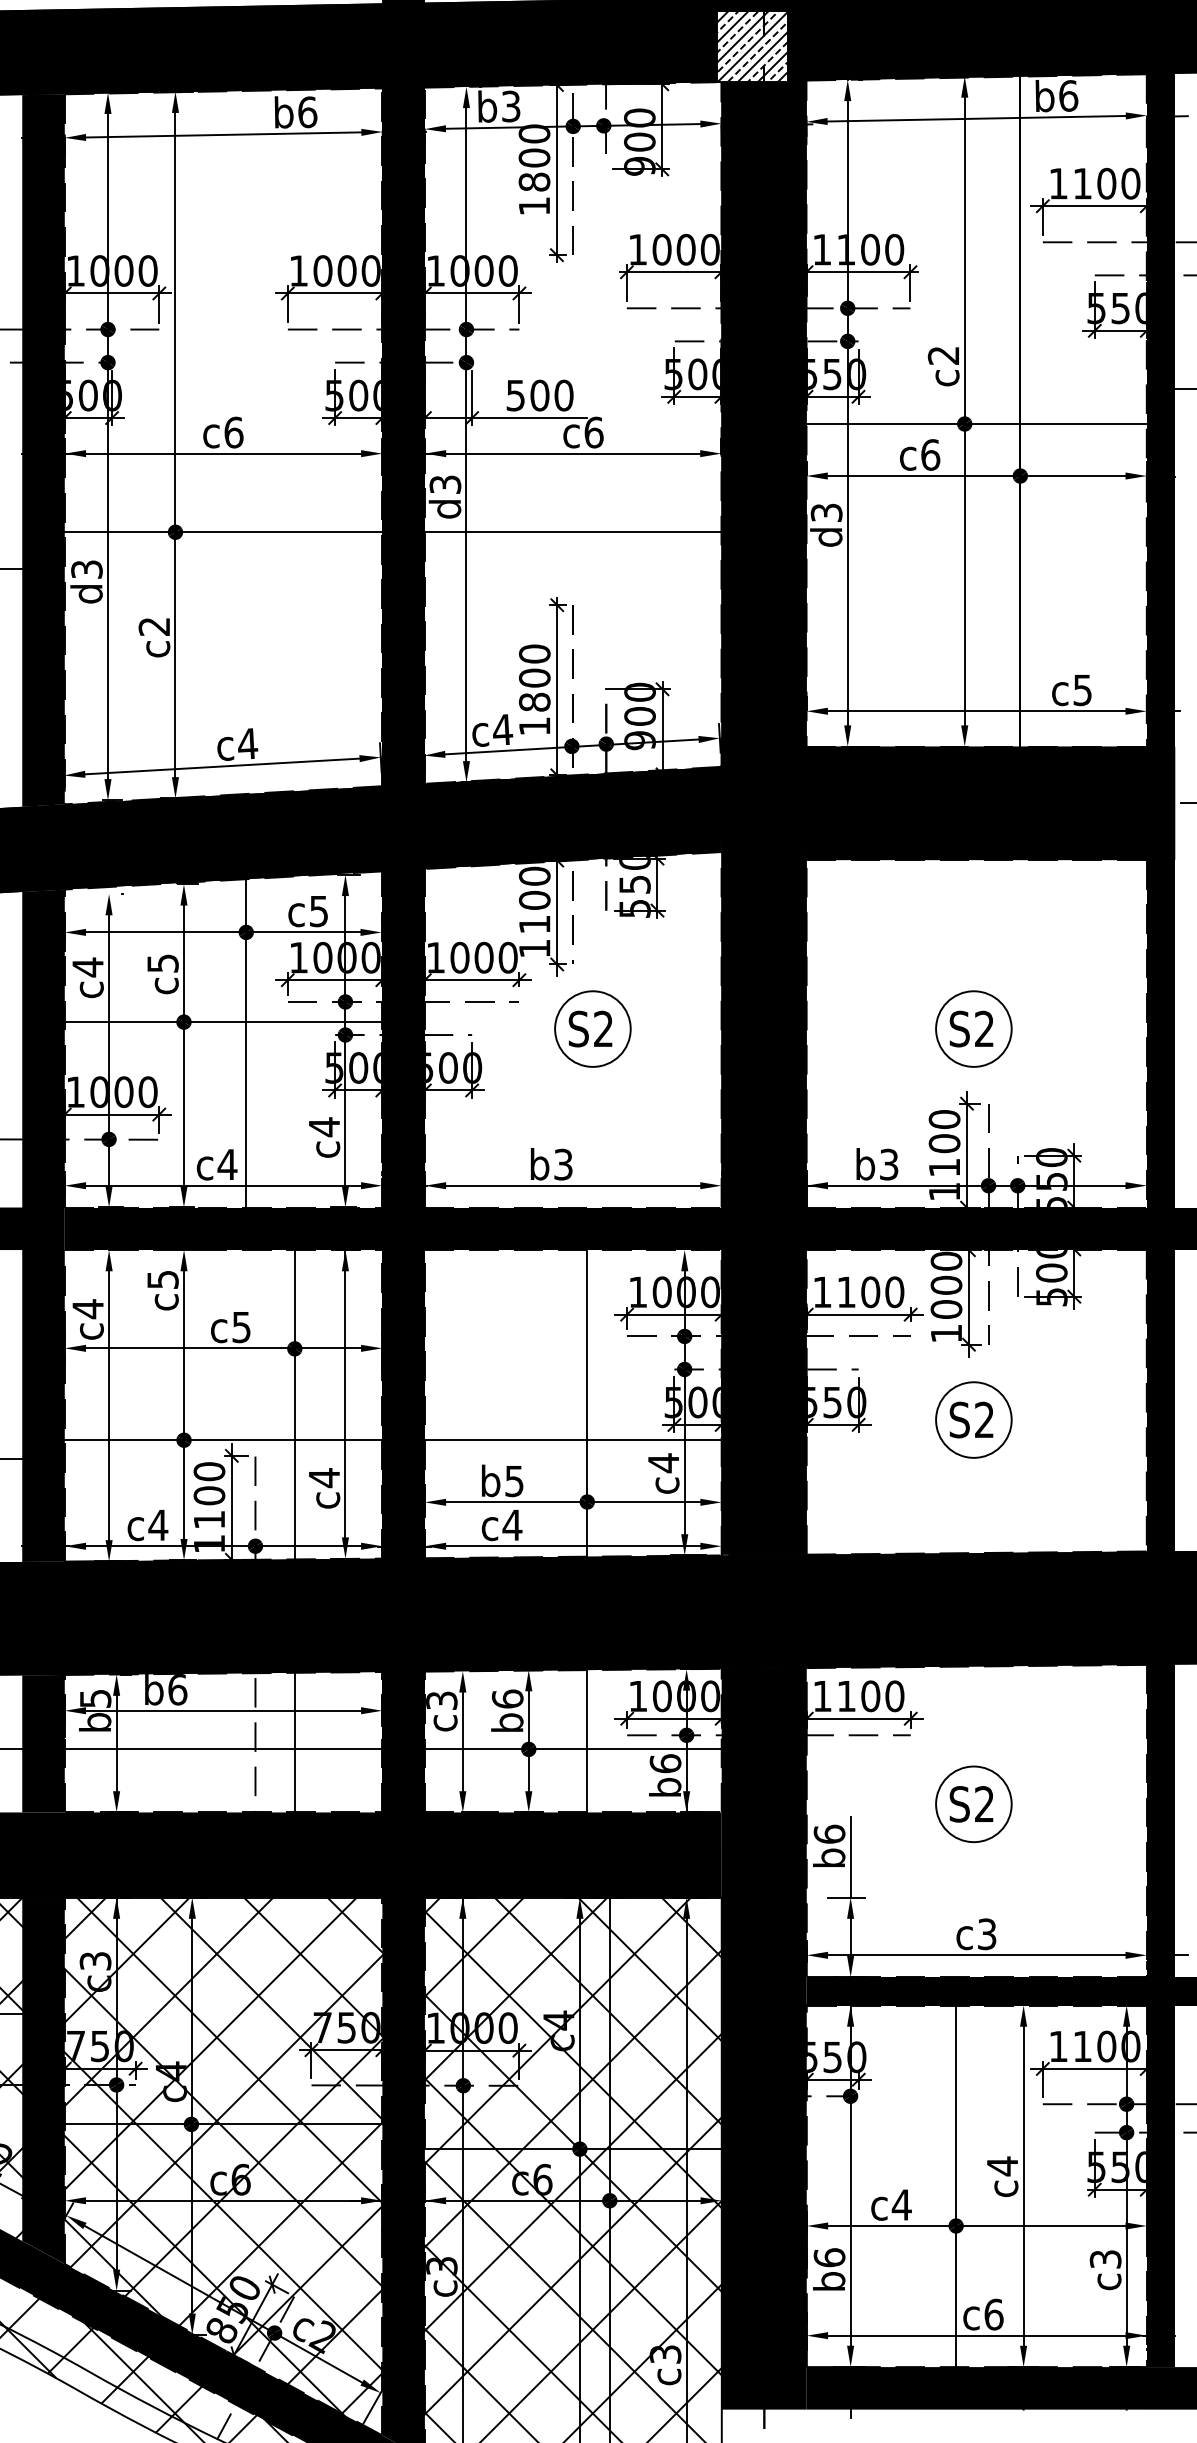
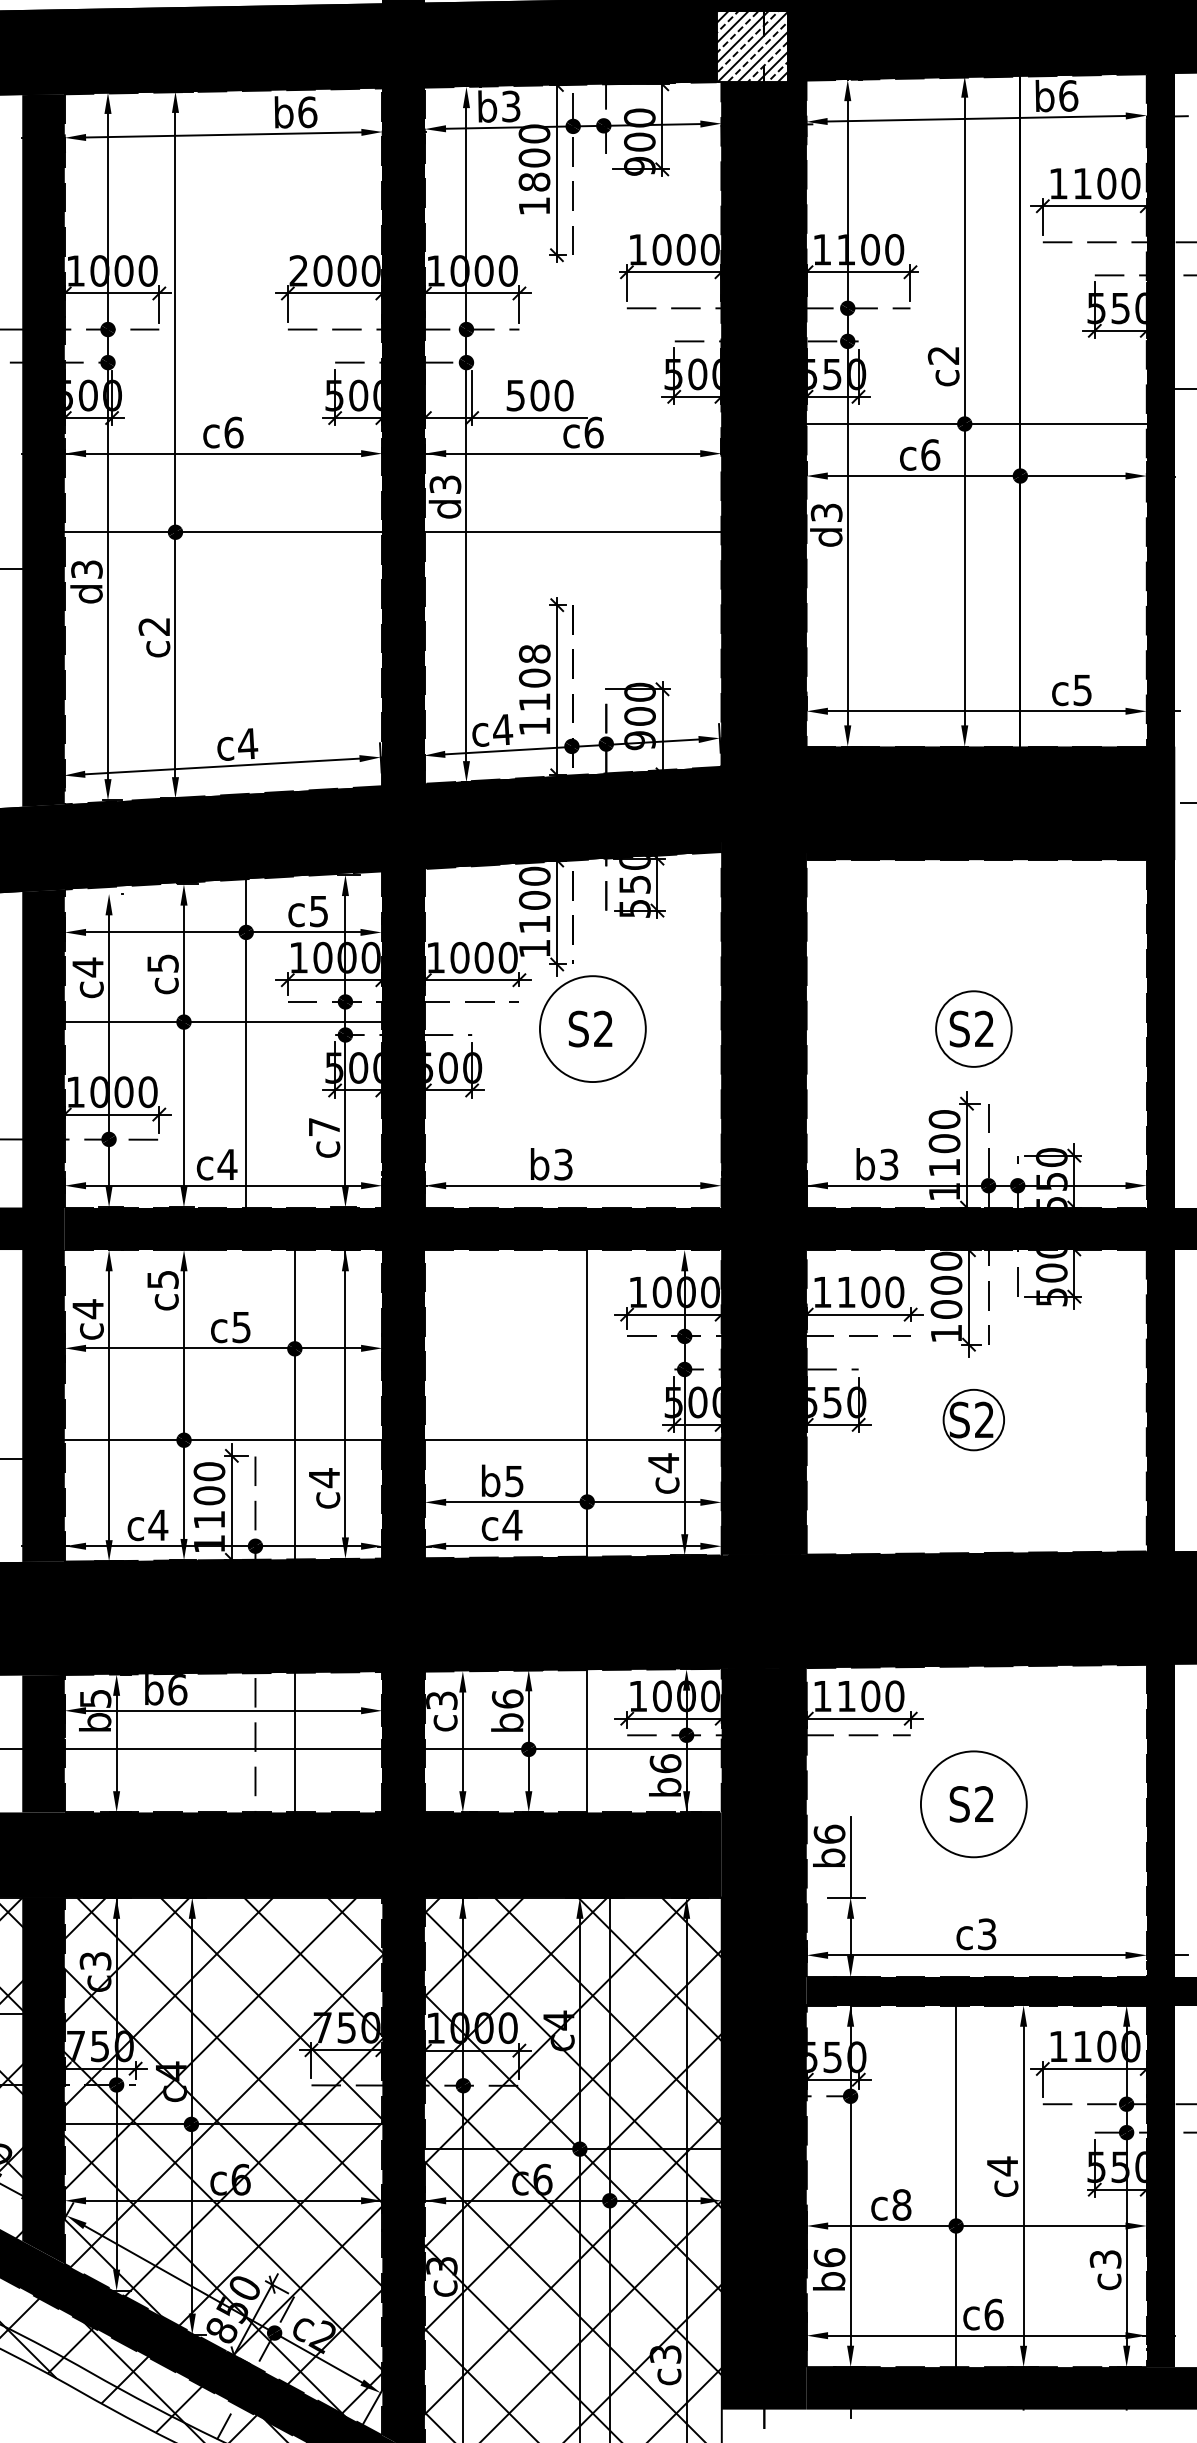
text at (298, 270): 1000 -> 2000
text at (534, 677): 1800 -> 1108
circle at (592, 1028) diameter: 76 px -> 106 px
text at (324, 1127): c4 -> c7
circle at (973, 1419) diameter: 76 px -> 60 px
circle at (973, 1804) diameter: 76 px -> 106 px
text at (901, 2204): c4 -> c8
